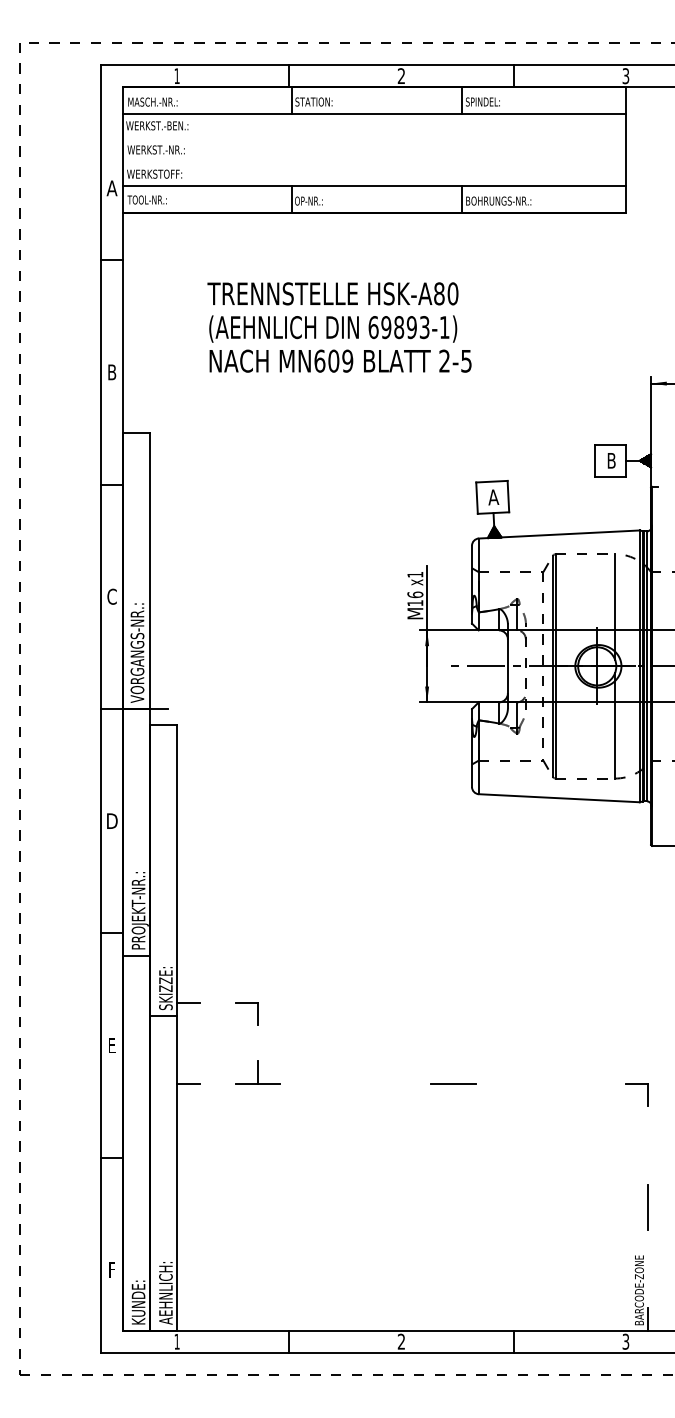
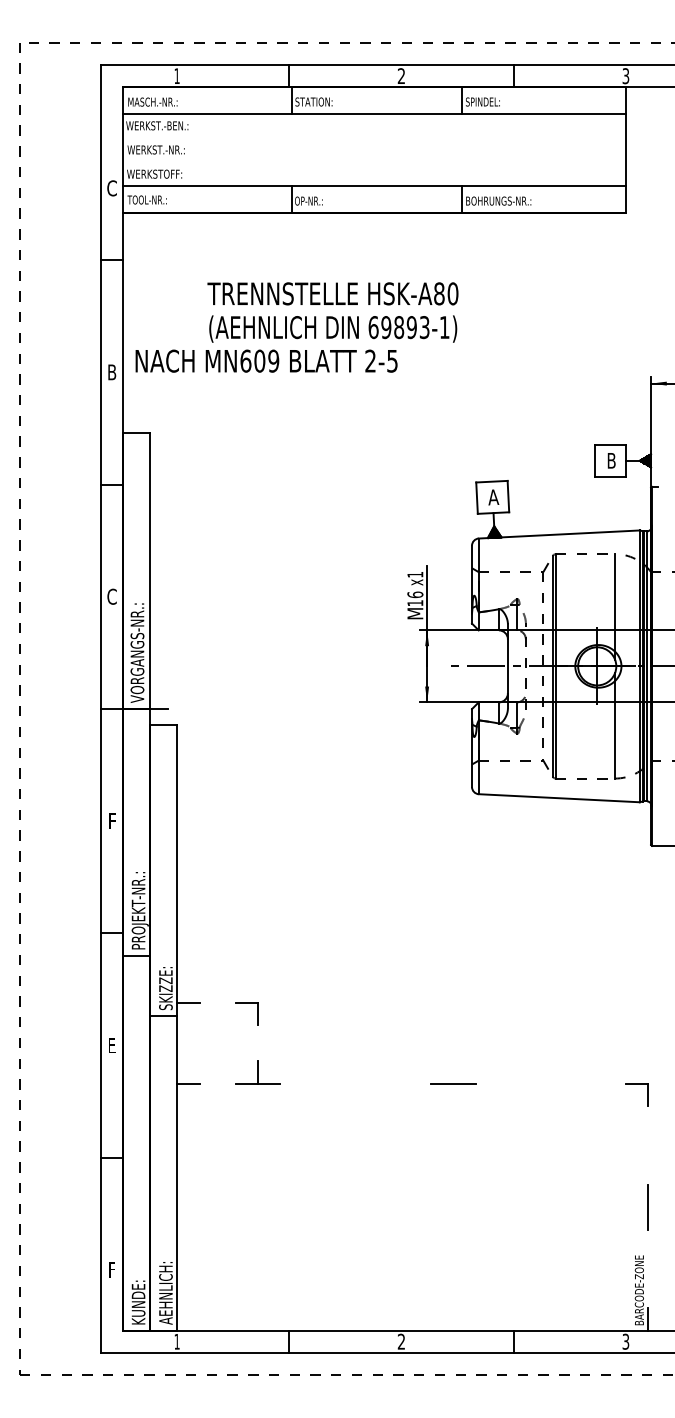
text at (111, 188): A -> C
text at (340, 360) position: (340, 360) -> (266, 360)
text at (112, 820): D -> F
